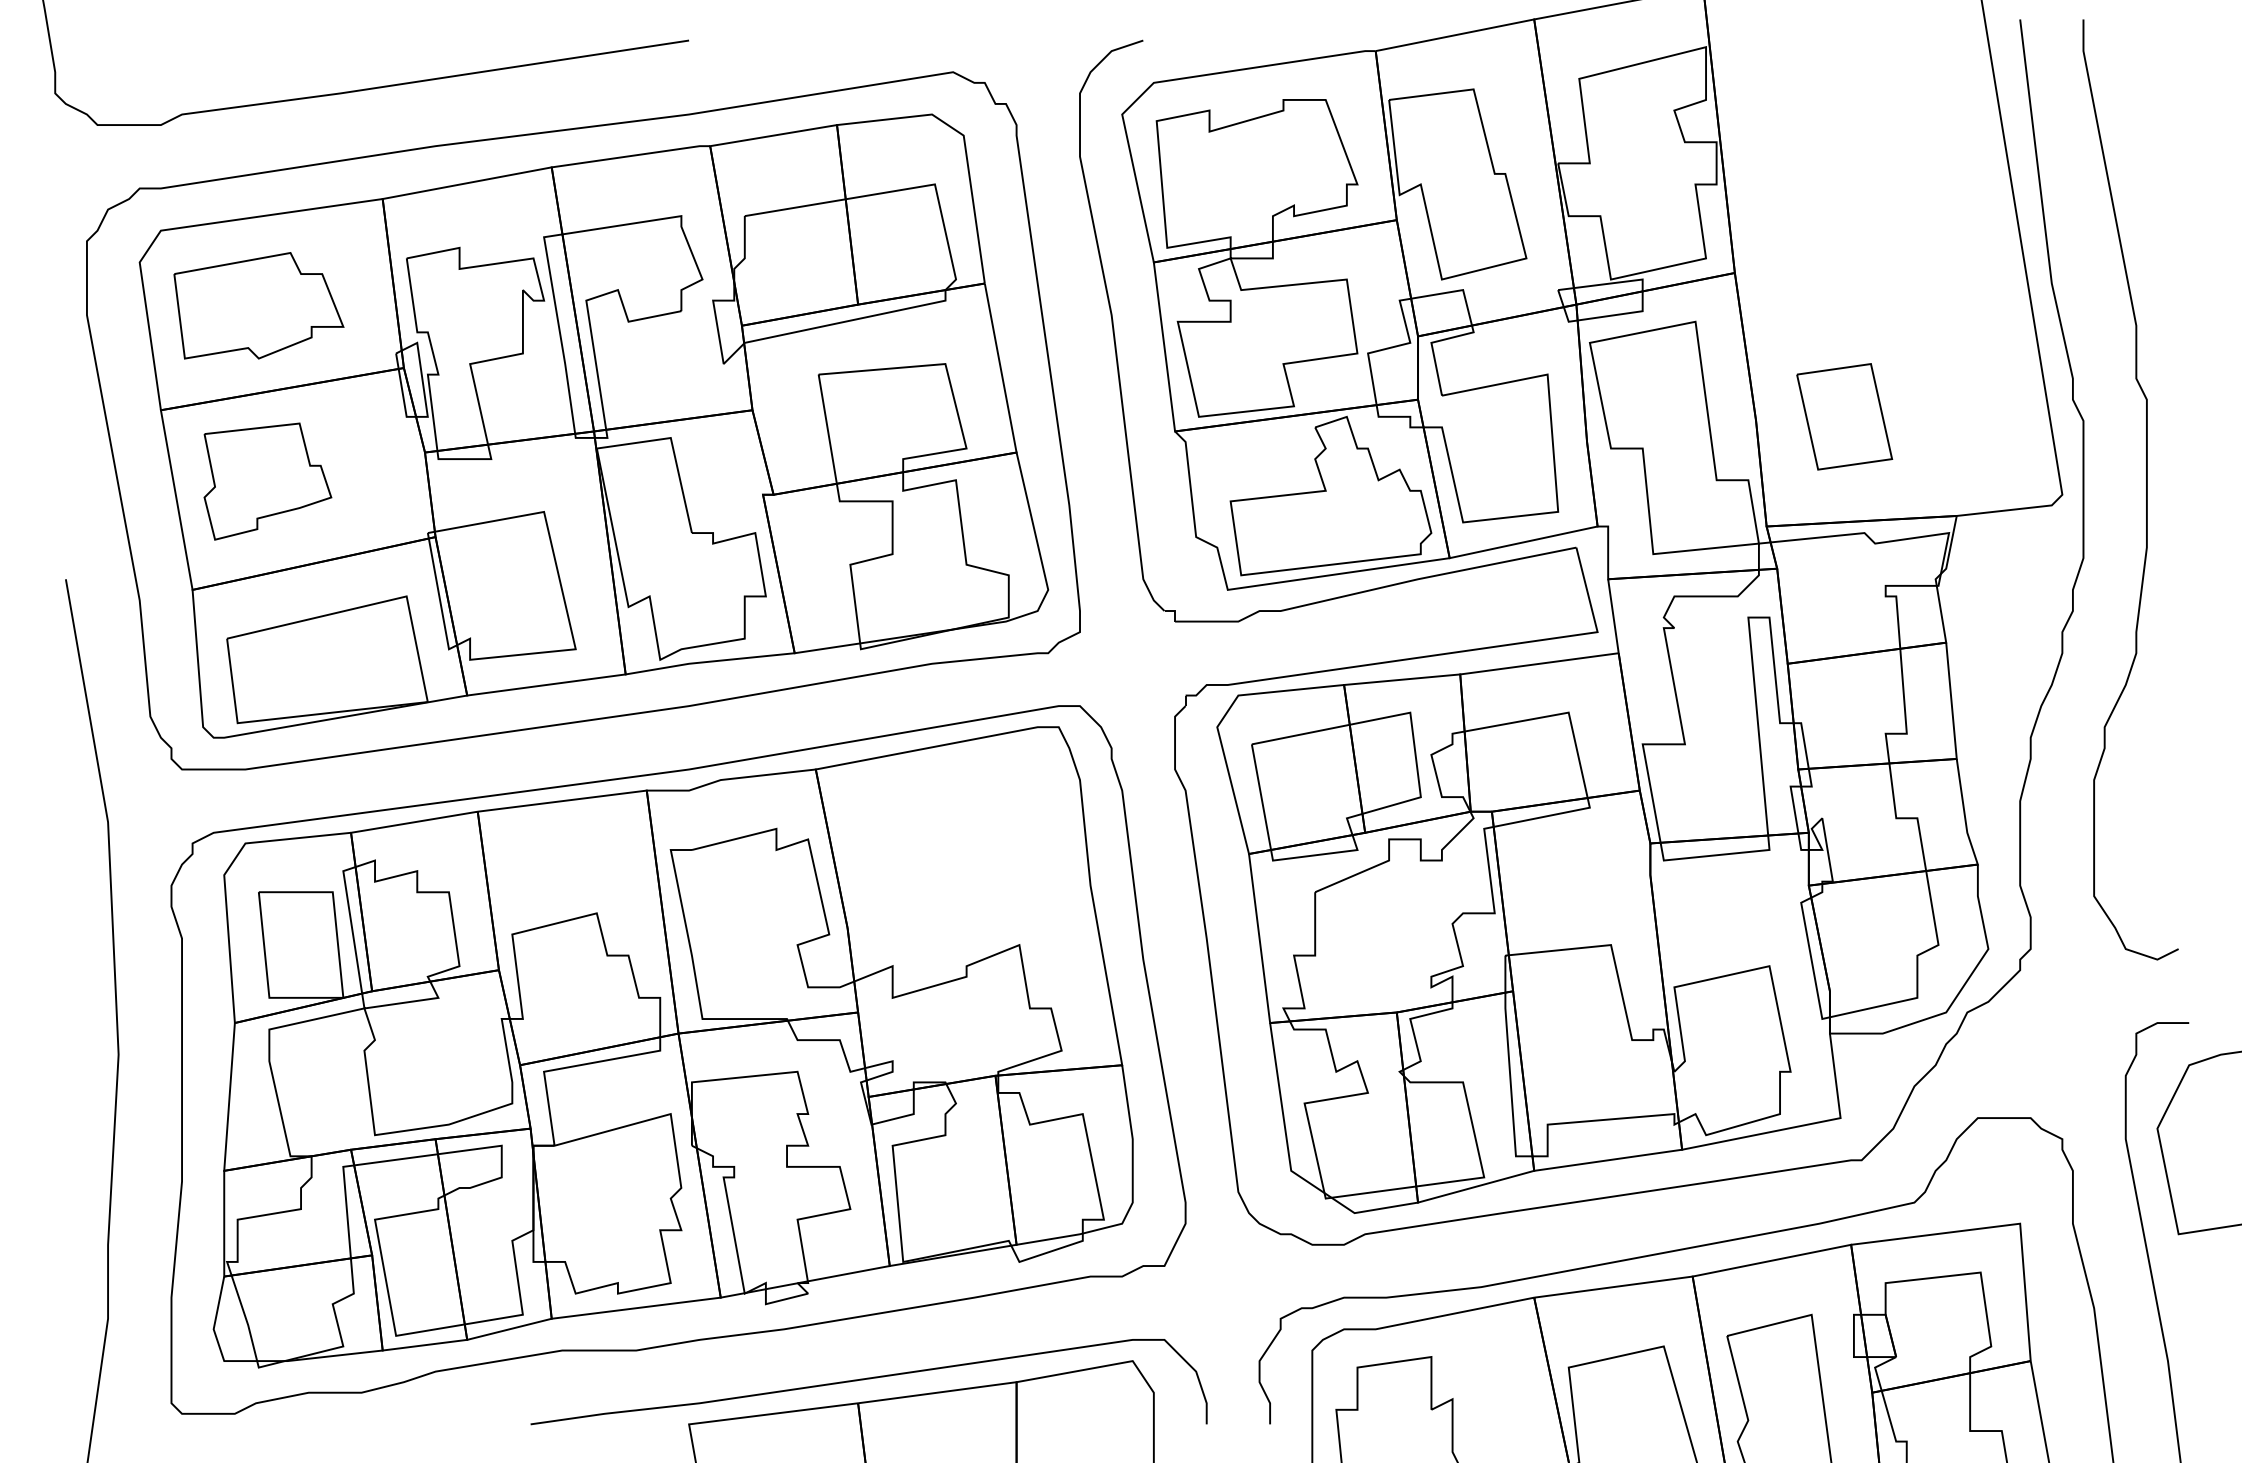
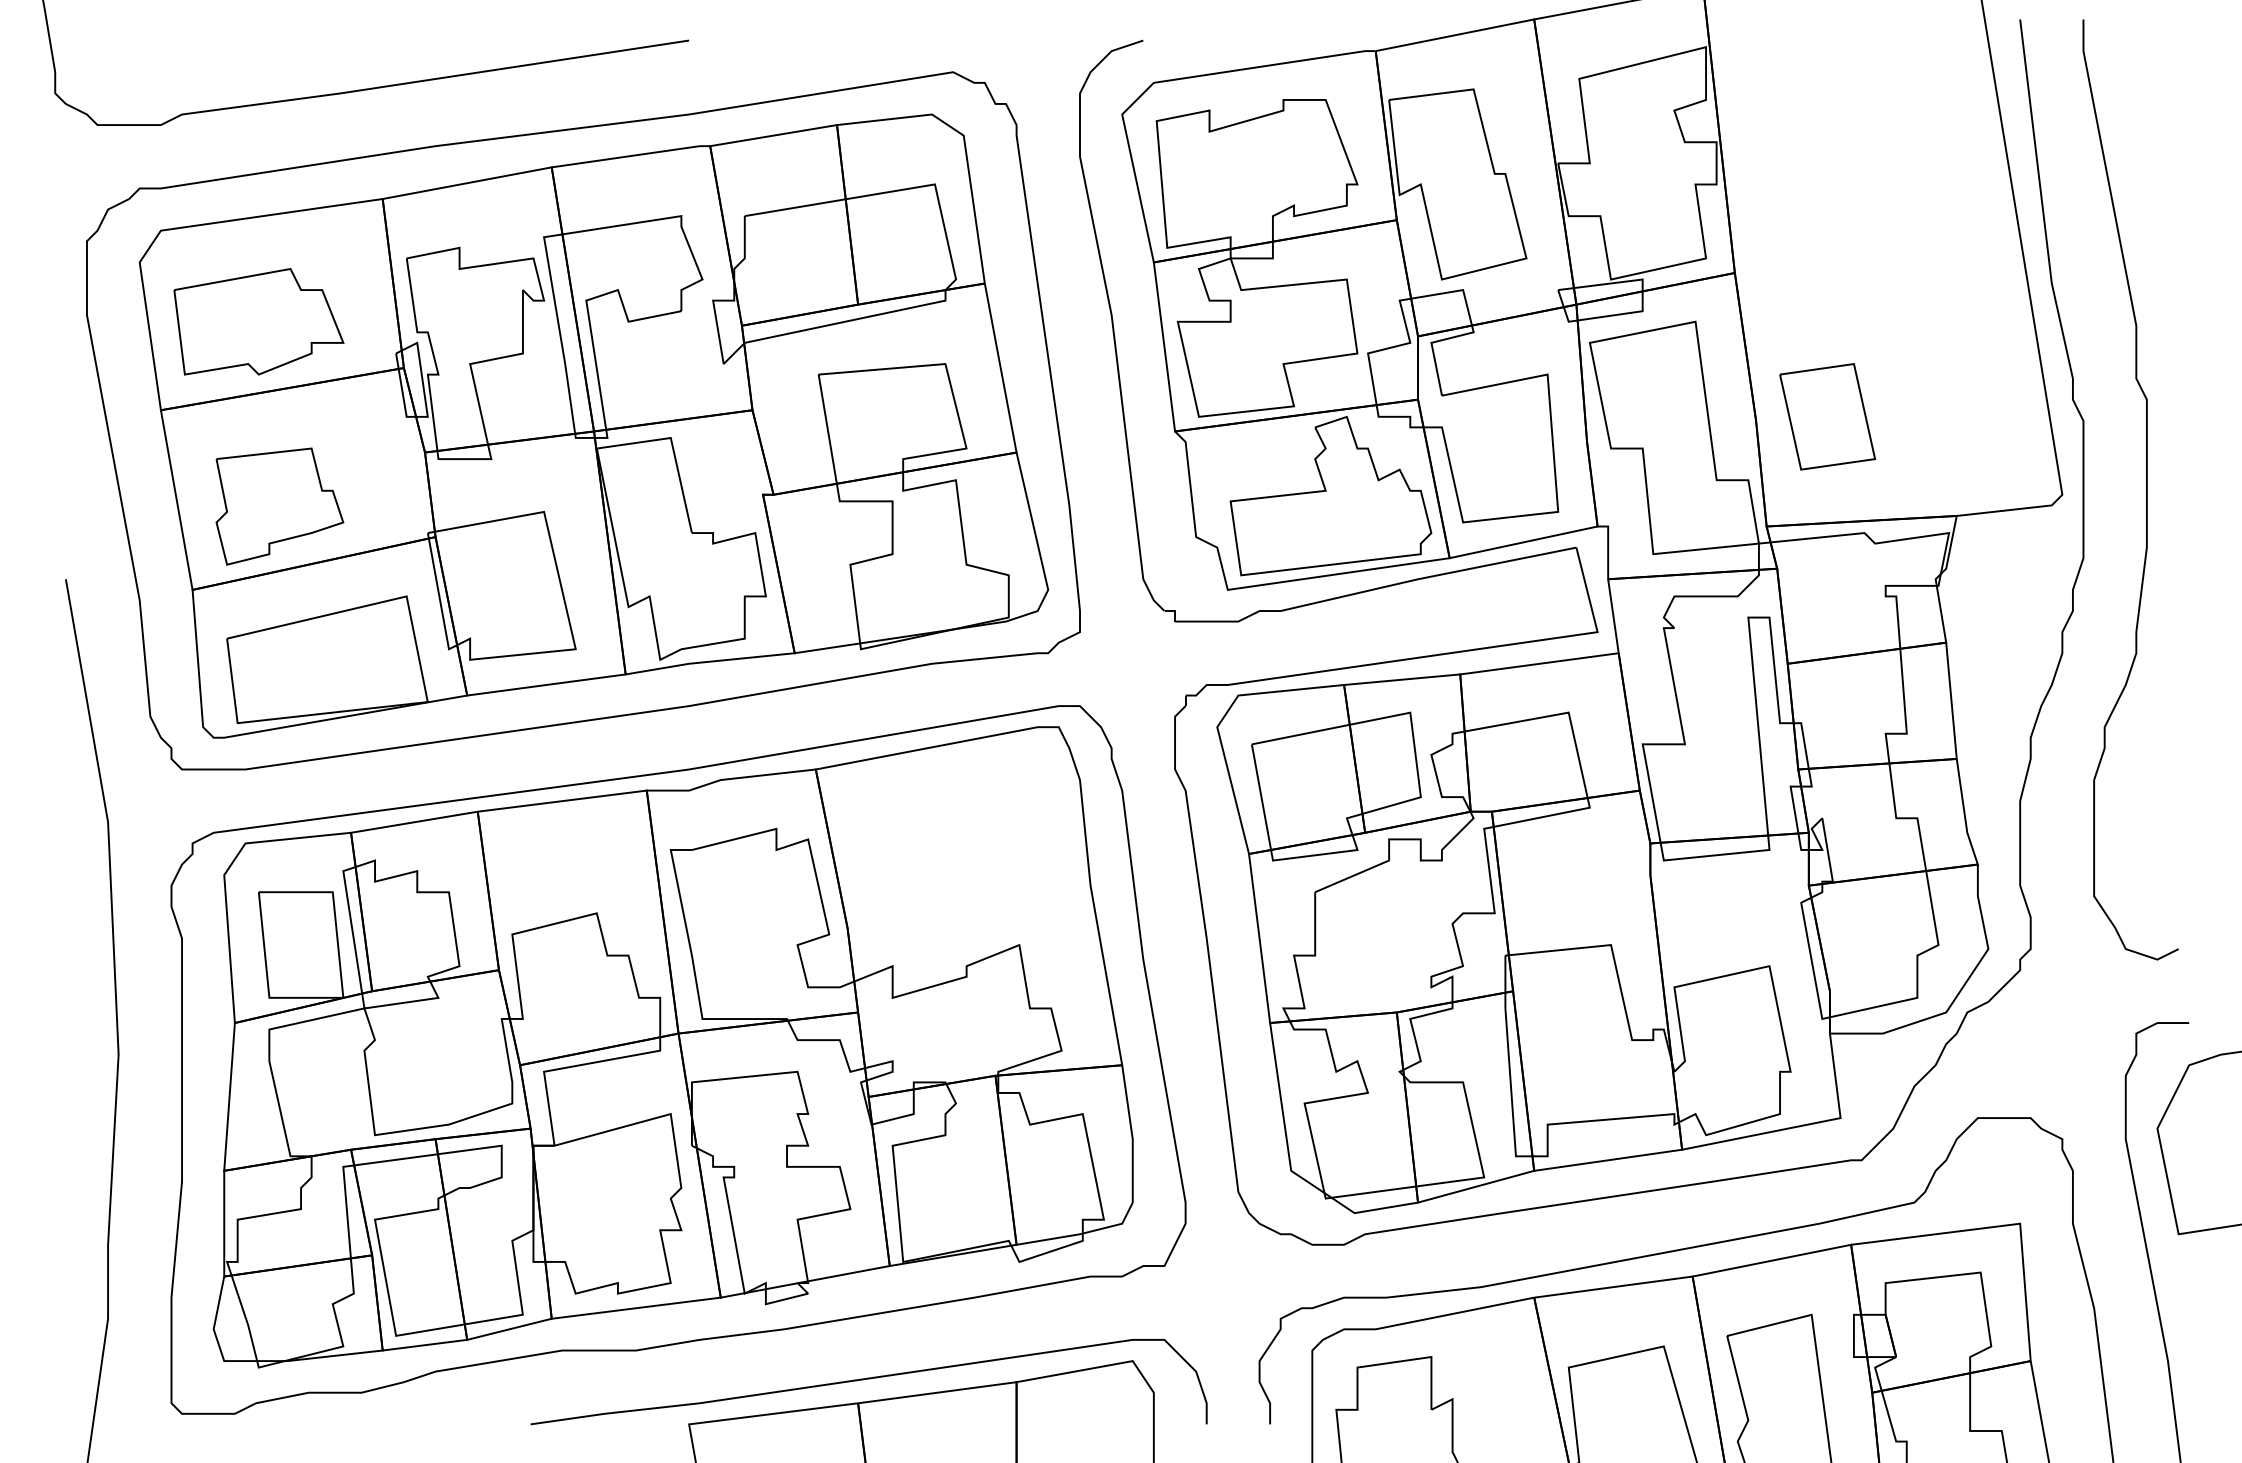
part at (258, 305) position: (258, 305) -> (258, 321)
part at (1844, 416) position: (1844, 416) -> (1827, 416)
part at (267, 481) position: (267, 481) -> (279, 506)
